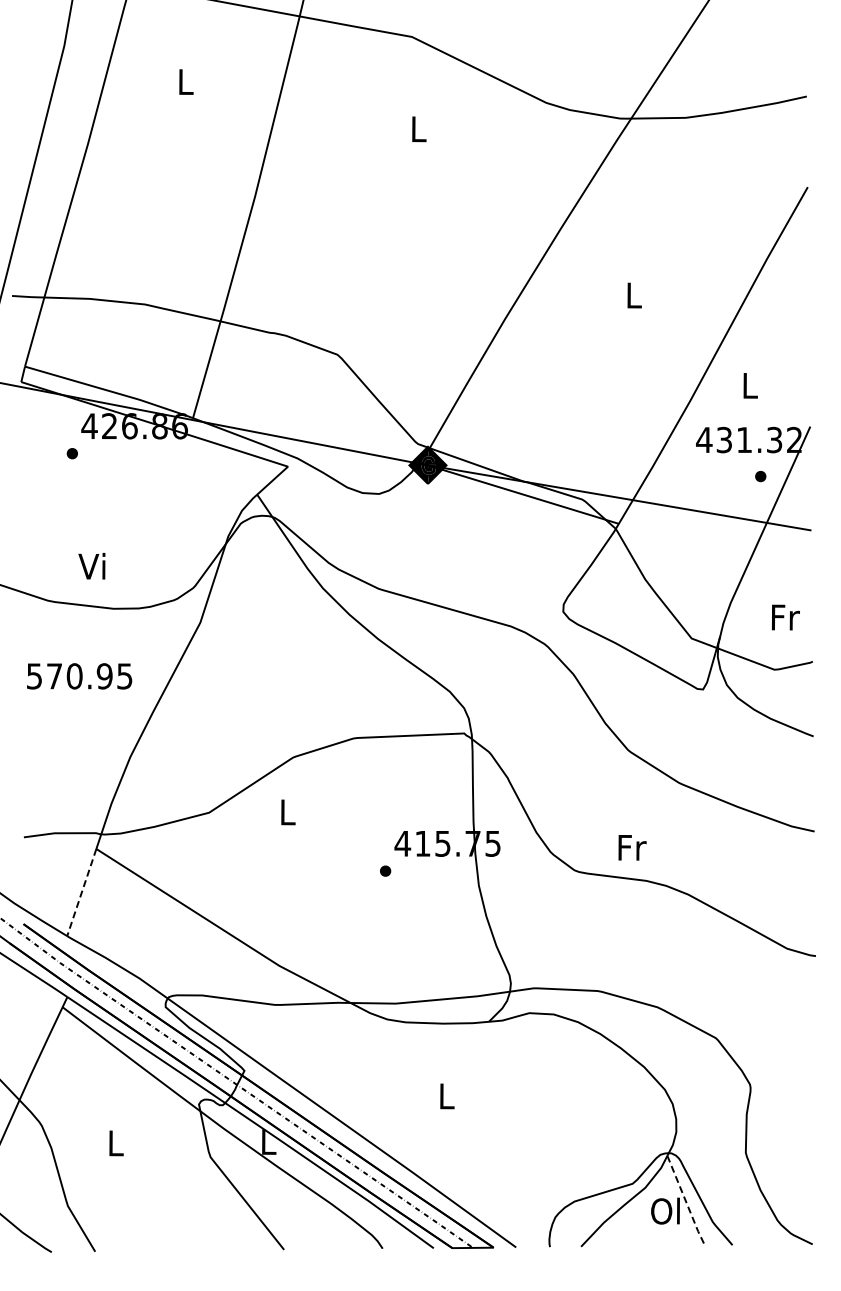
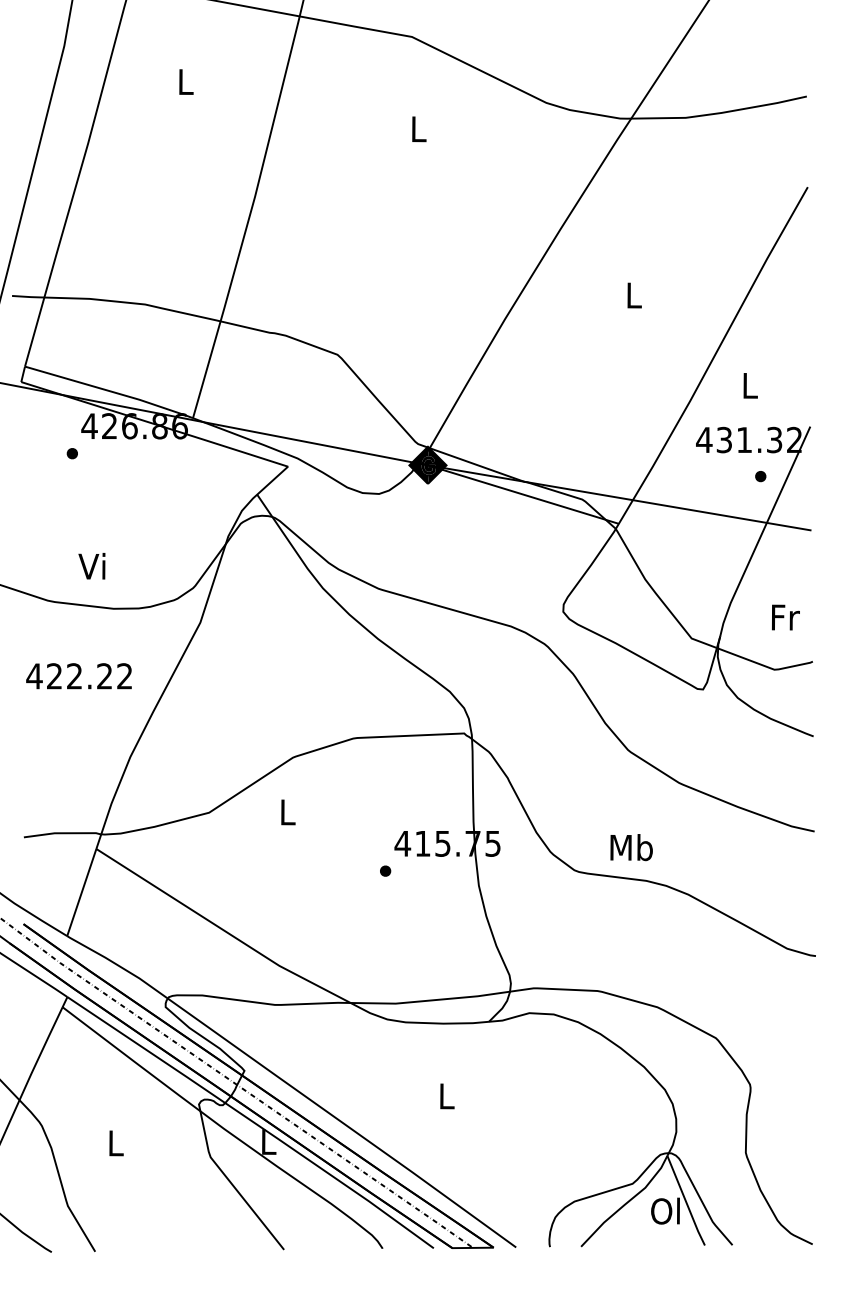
text at (79, 676): 570.95 -> 422.22
text at (631, 847): Fr -> Mb
line at (82, 891): dashed -> solid
line at (685, 1201): dashed -> solid
